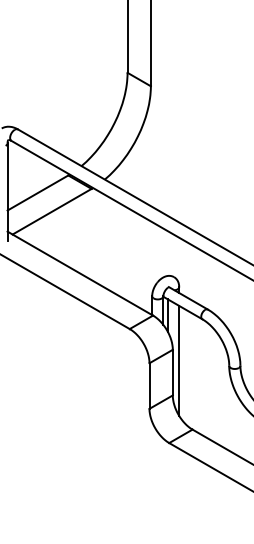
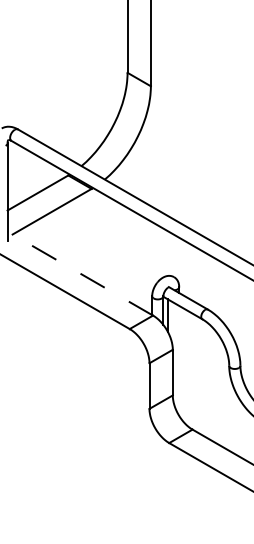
line at (80, 273): solid -> dashed
line at (179, 360): present -> none
